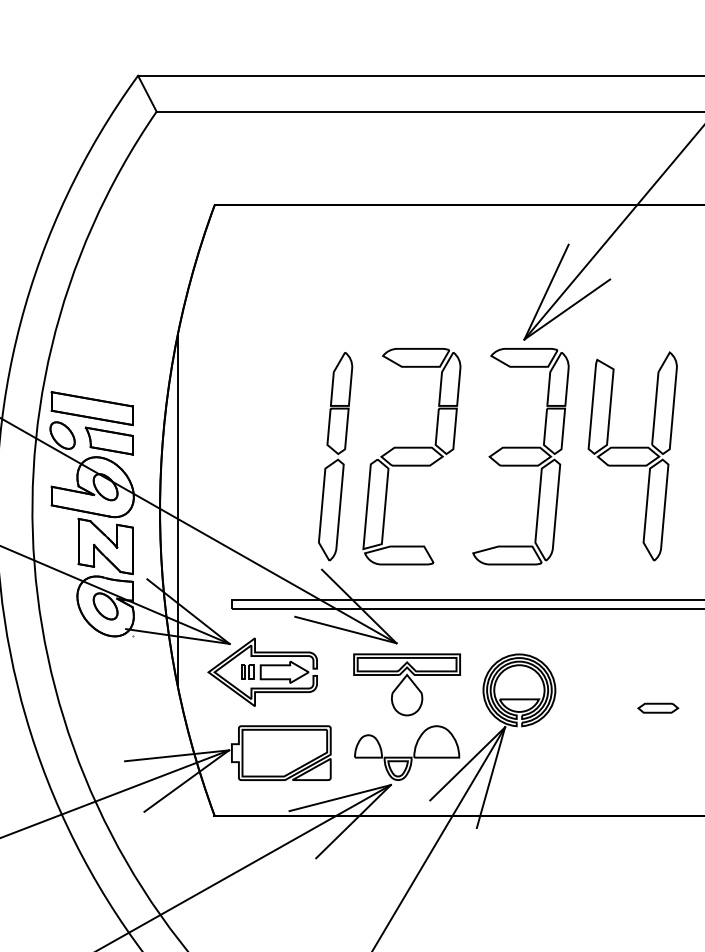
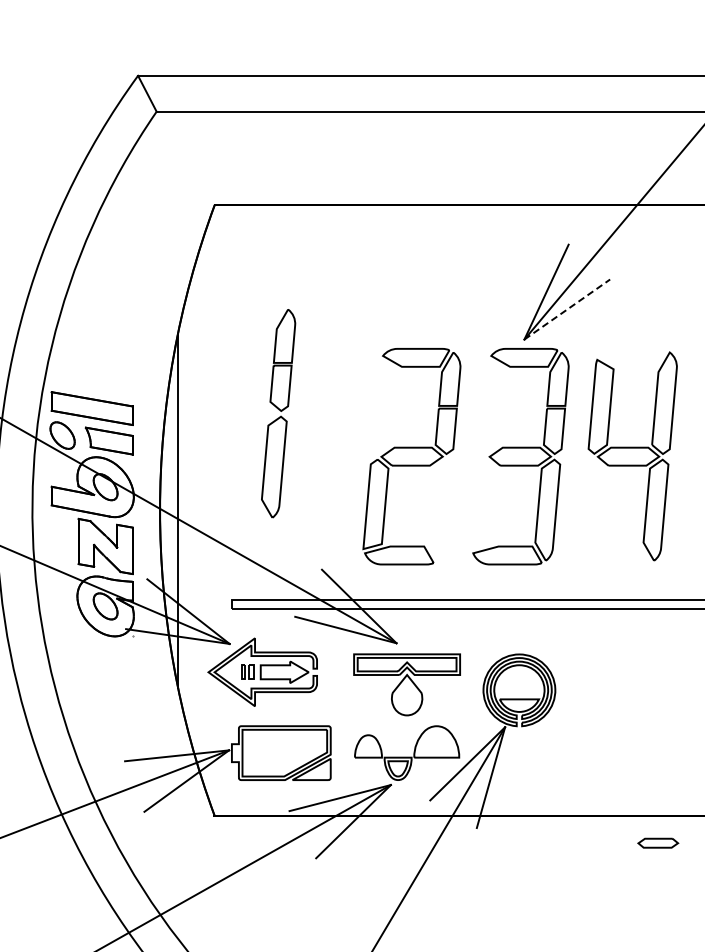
line at (567, 309): solid -> dashed
part at (335, 456) position: (335, 456) -> (278, 413)
part at (658, 707) position: (658, 707) -> (658, 842)
